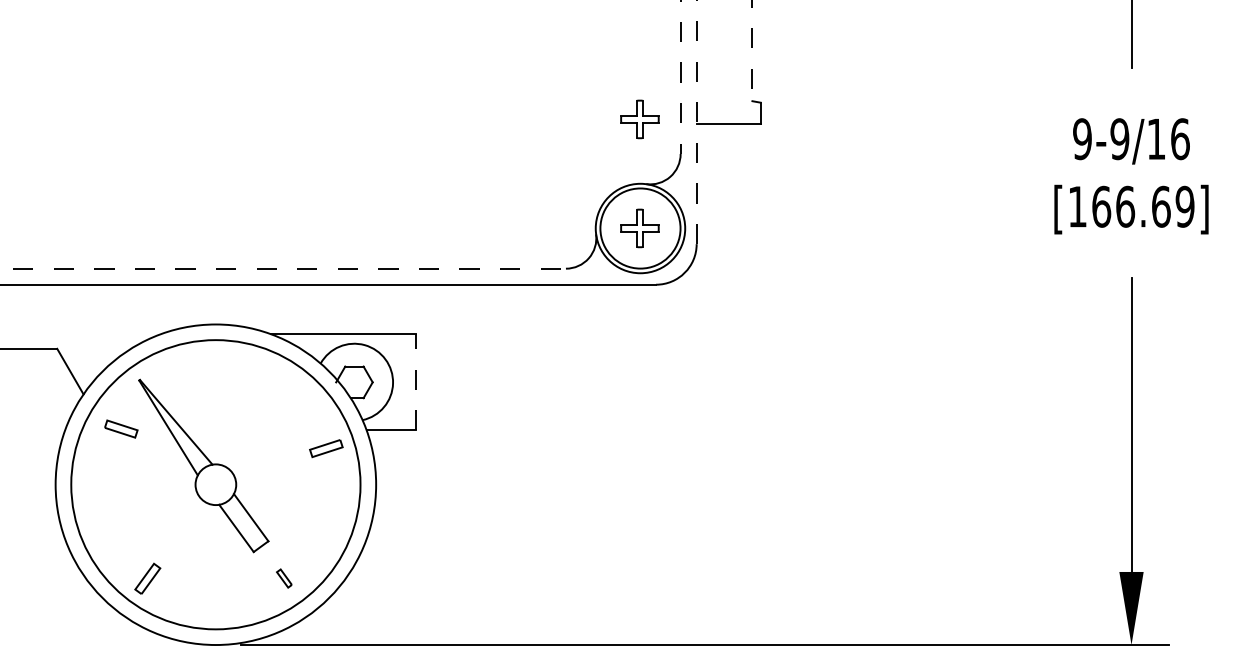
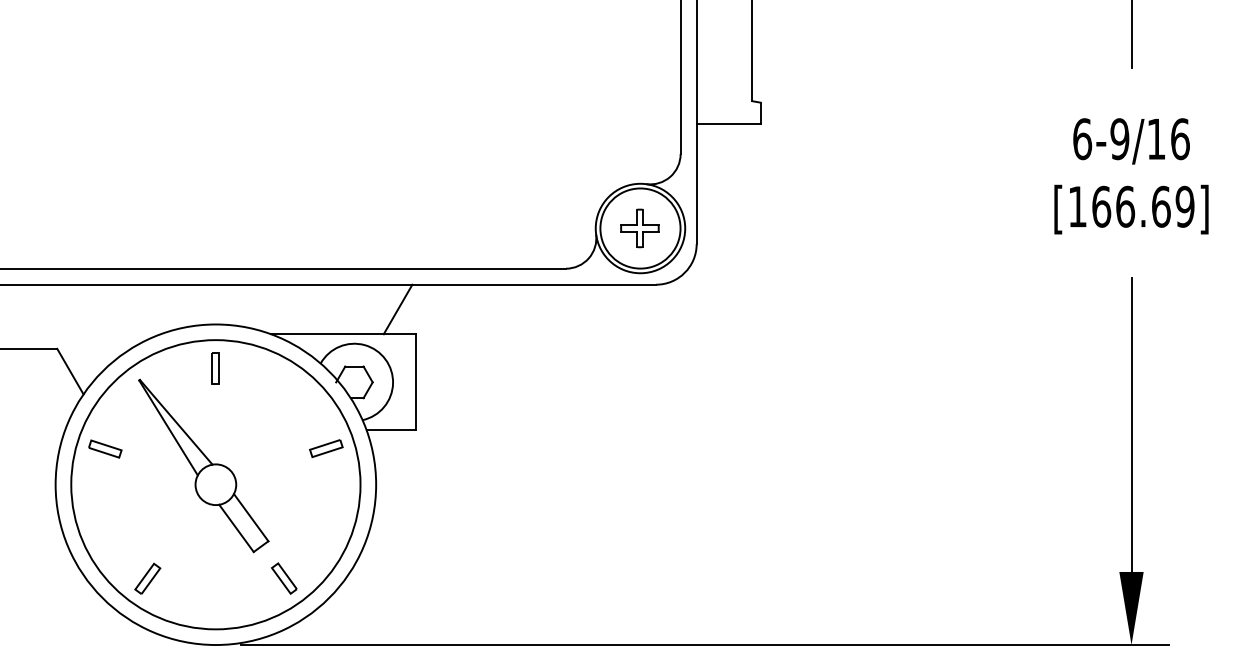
line at (752, 51): dashed -> solid
line at (680, 77): dashed -> solid
part at (639, 119): present -> none
line at (696, 122): dashed -> solid
text at (1082, 139): 9-9/16 -> 6-9/16
line at (283, 268): dashed -> solid
line at (397, 309): none -> present
part at (215, 368): none -> present
line at (416, 381): dashed -> solid
part at (121, 428) position: (121, 428) -> (105, 448)
part at (284, 578) size: 17x21 px -> 27x33 px
